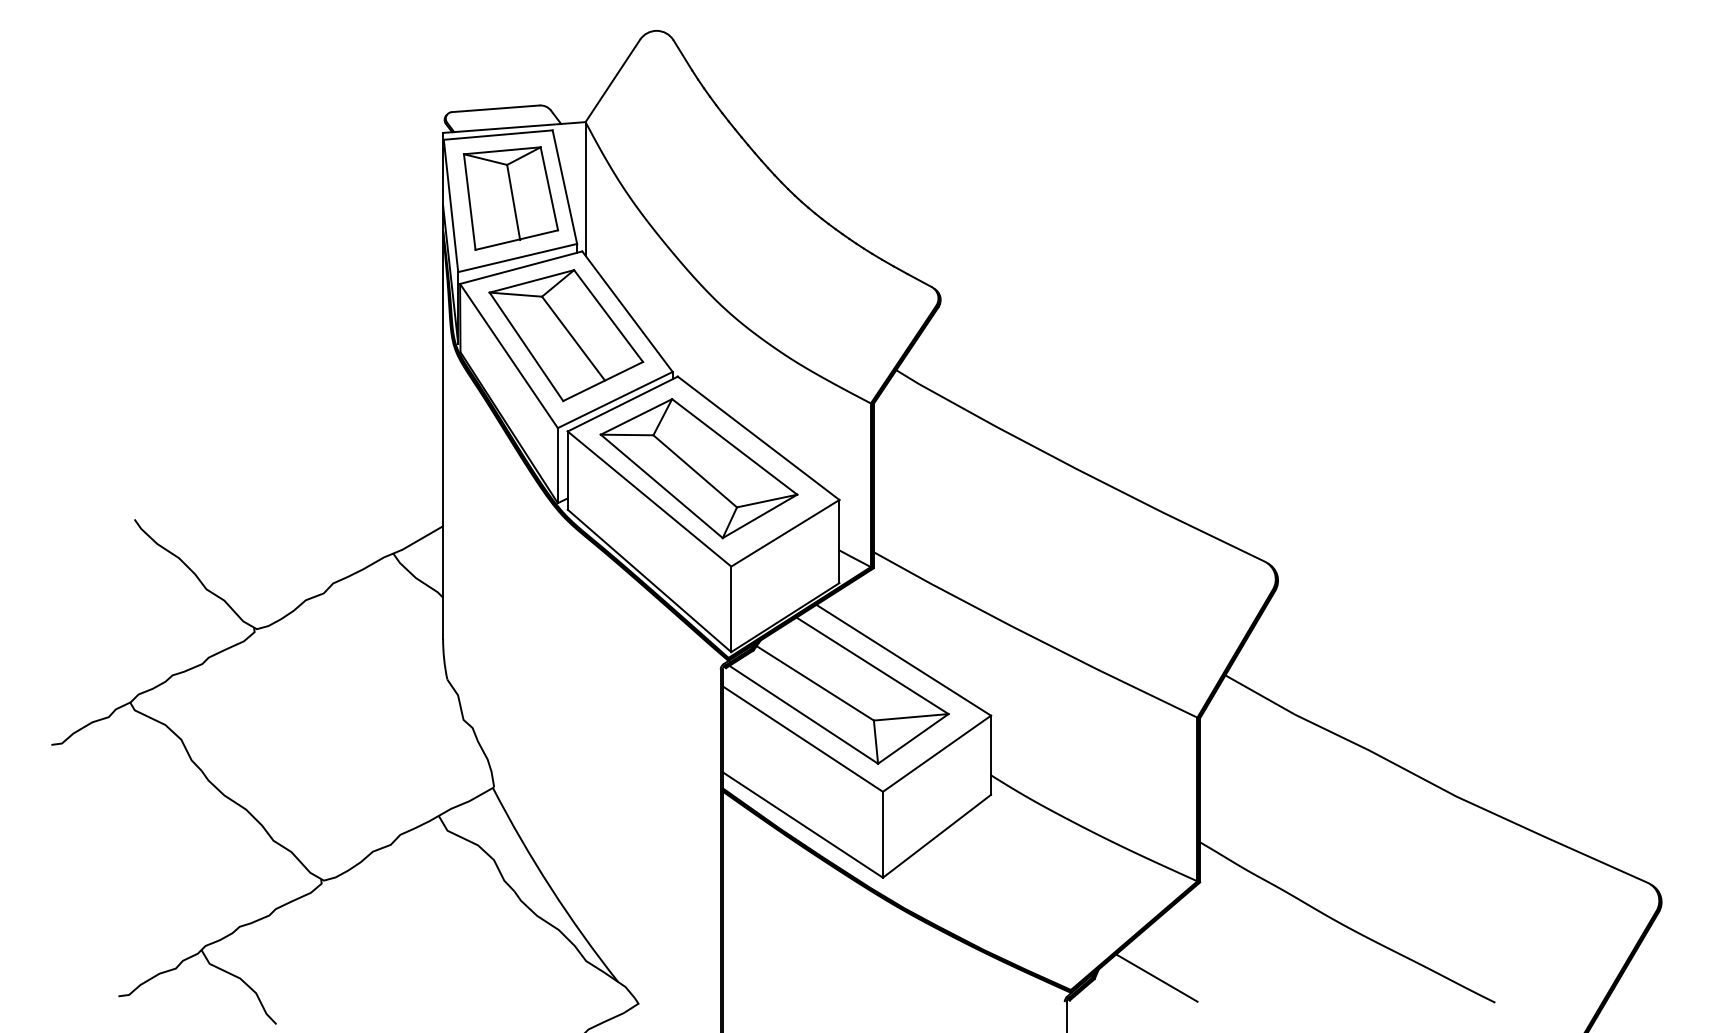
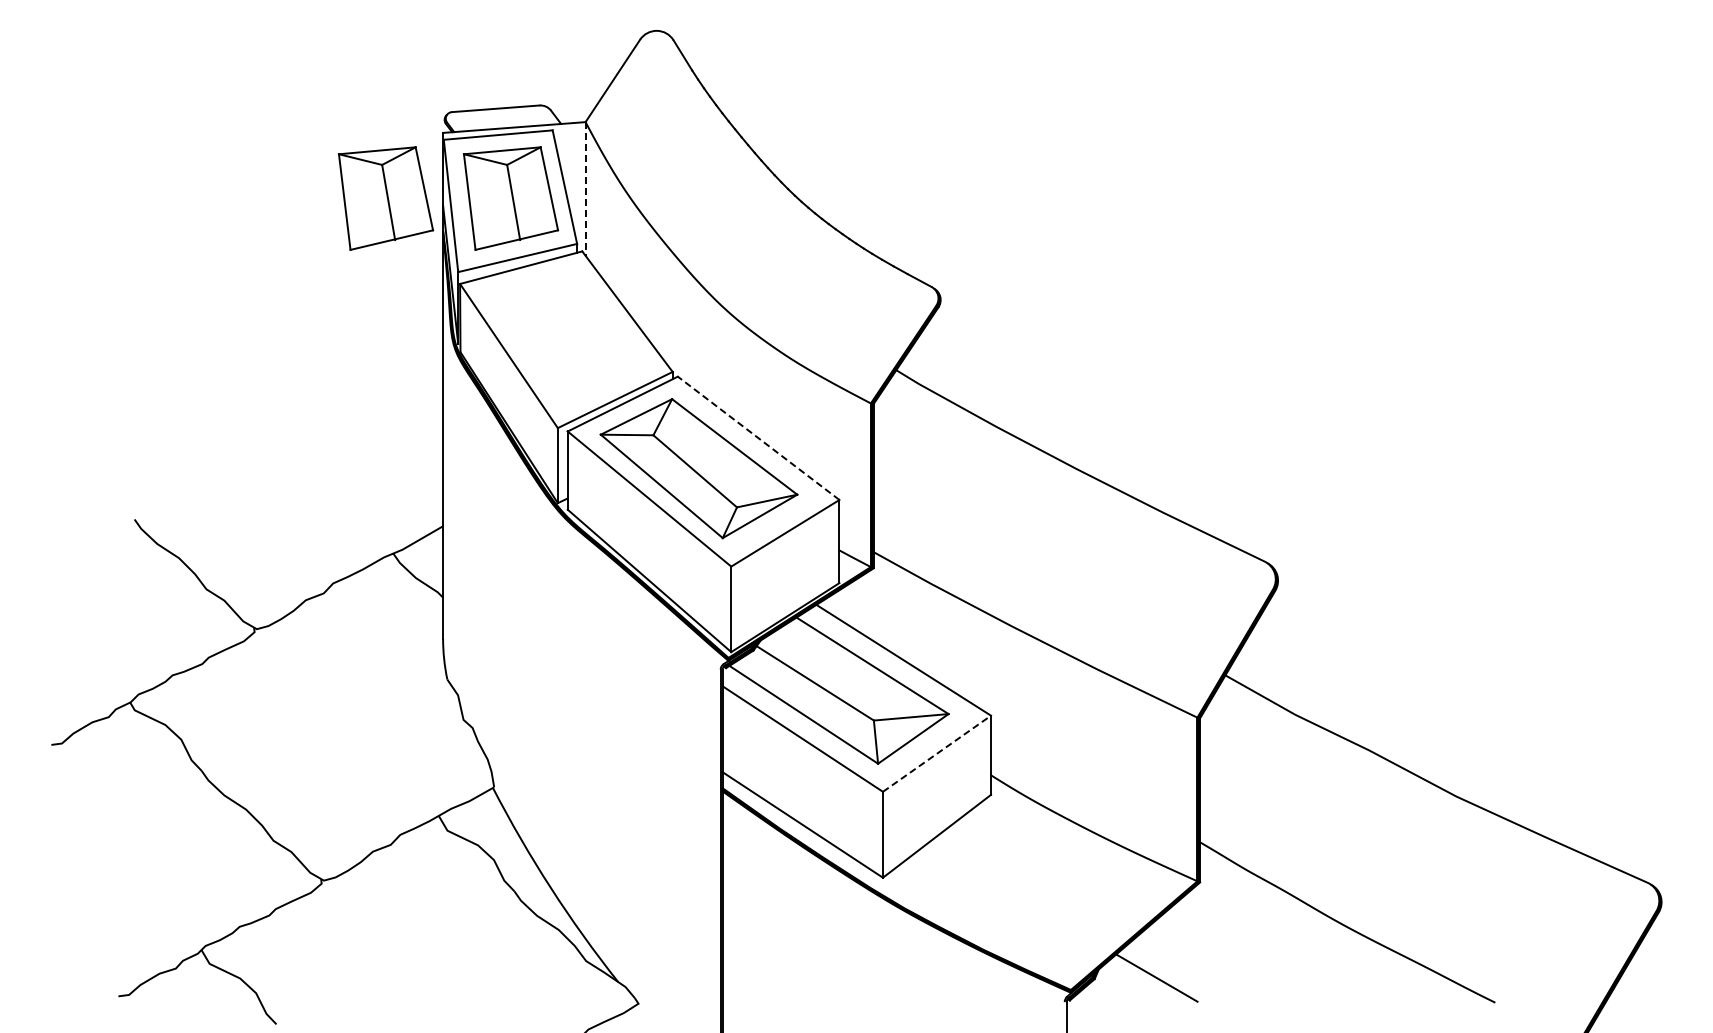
line at (585, 188): solid -> dashed
part at (386, 198): none -> present
part at (566, 335): present -> none
line at (758, 438): solid -> dashed
line at (937, 753): solid -> dashed
